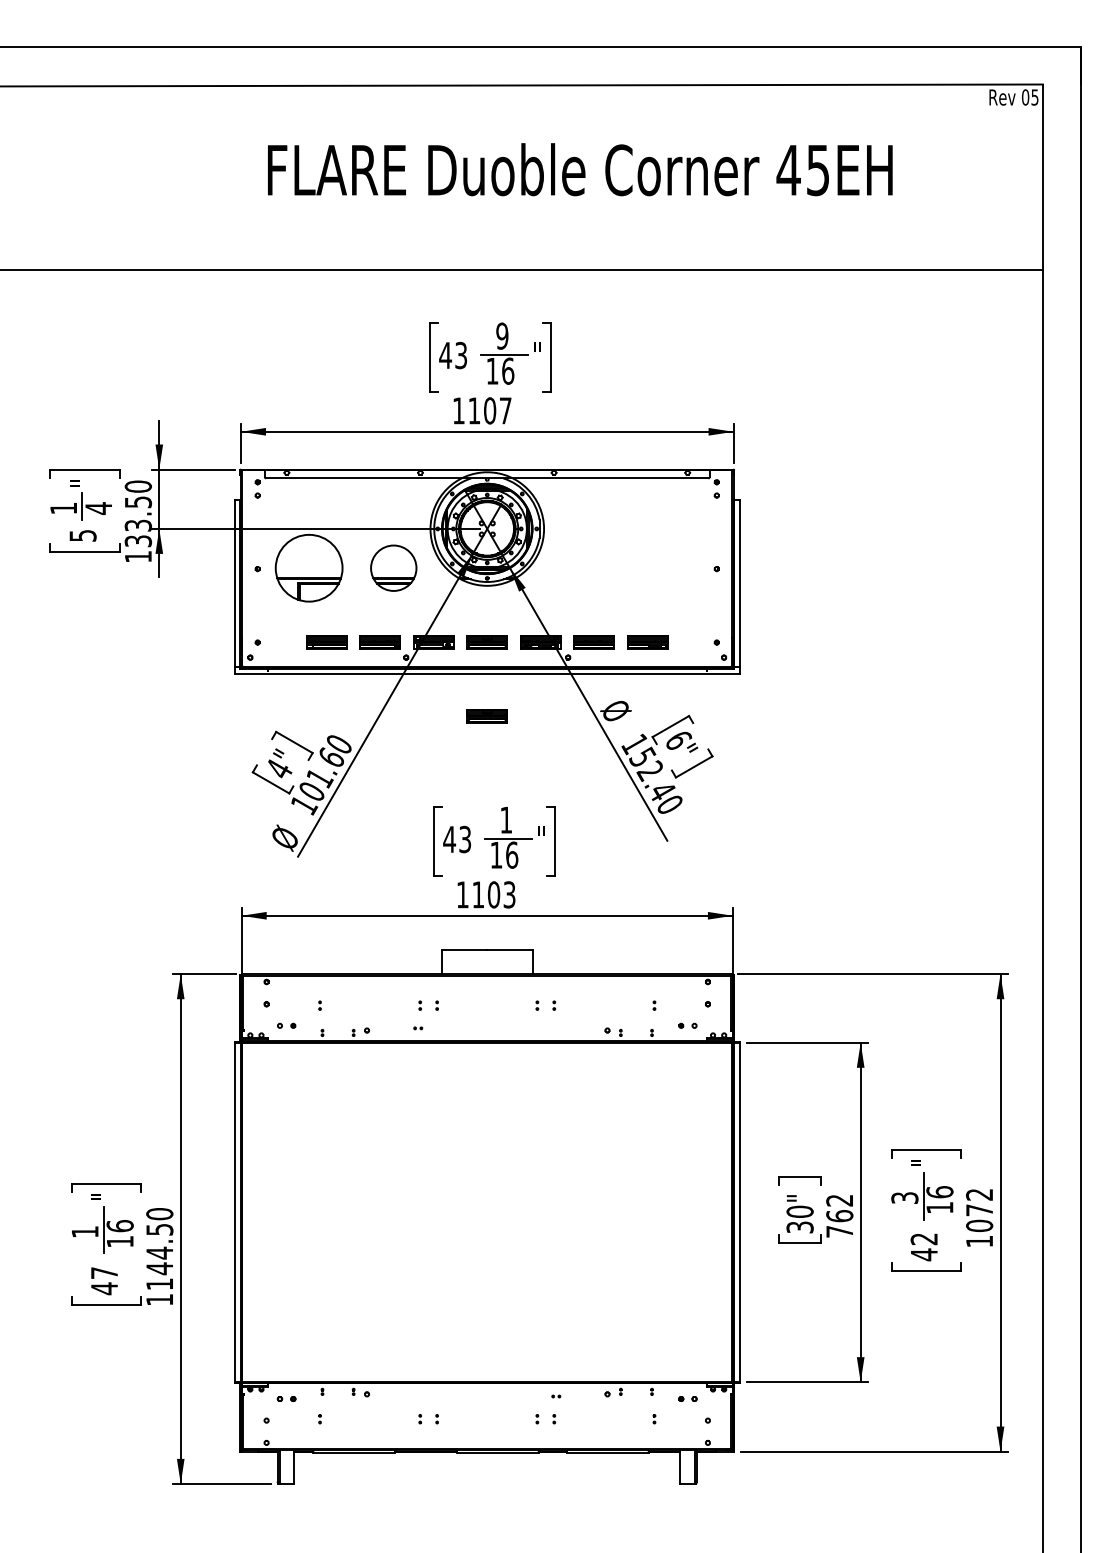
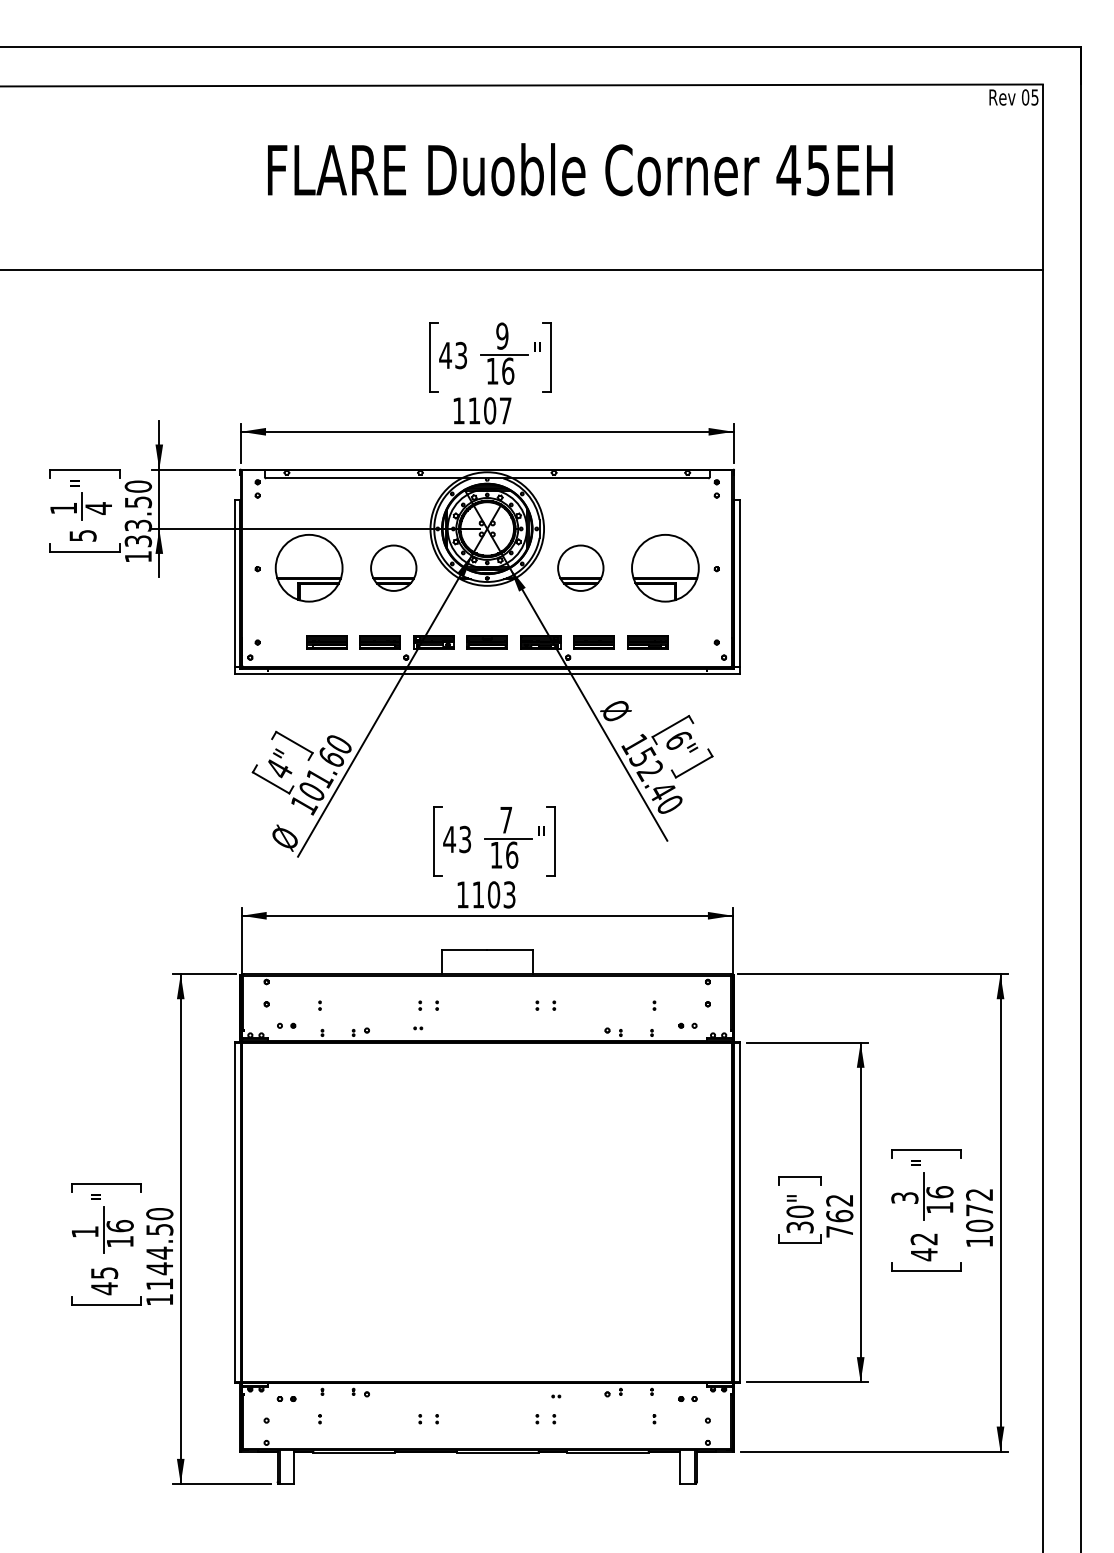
part at (580, 567): none -> present
part at (665, 568): none -> present
part at (486, 716): present -> none
text at (506, 820): 1 -> 7
text at (104, 1272): 47 -> 45
